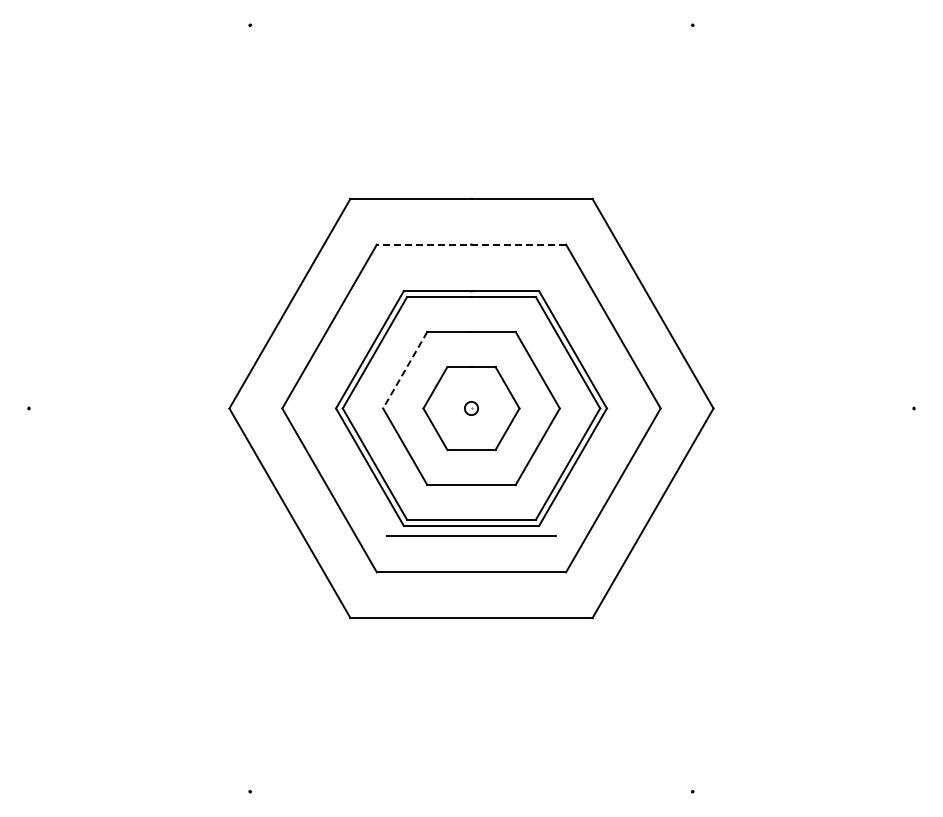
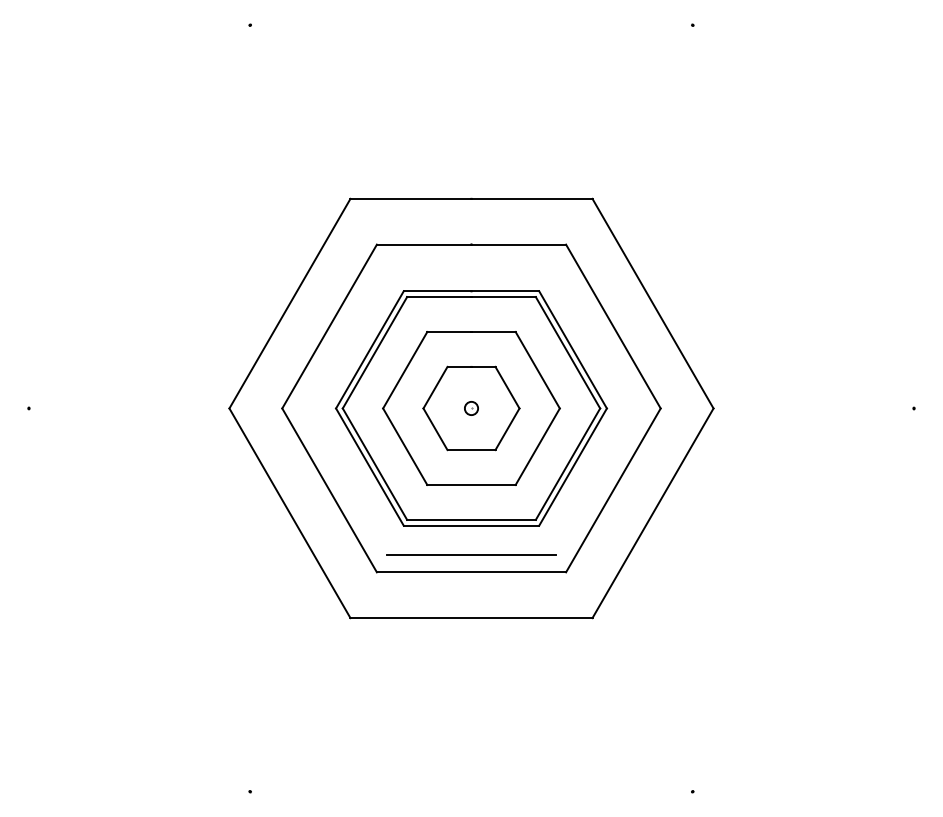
line at (471, 244): dashed -> solid
line at (404, 370): dashed -> solid
line at (471, 535) position: (471, 535) -> (471, 554)
